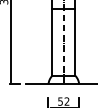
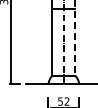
line at (75, 38): solid -> dashed
